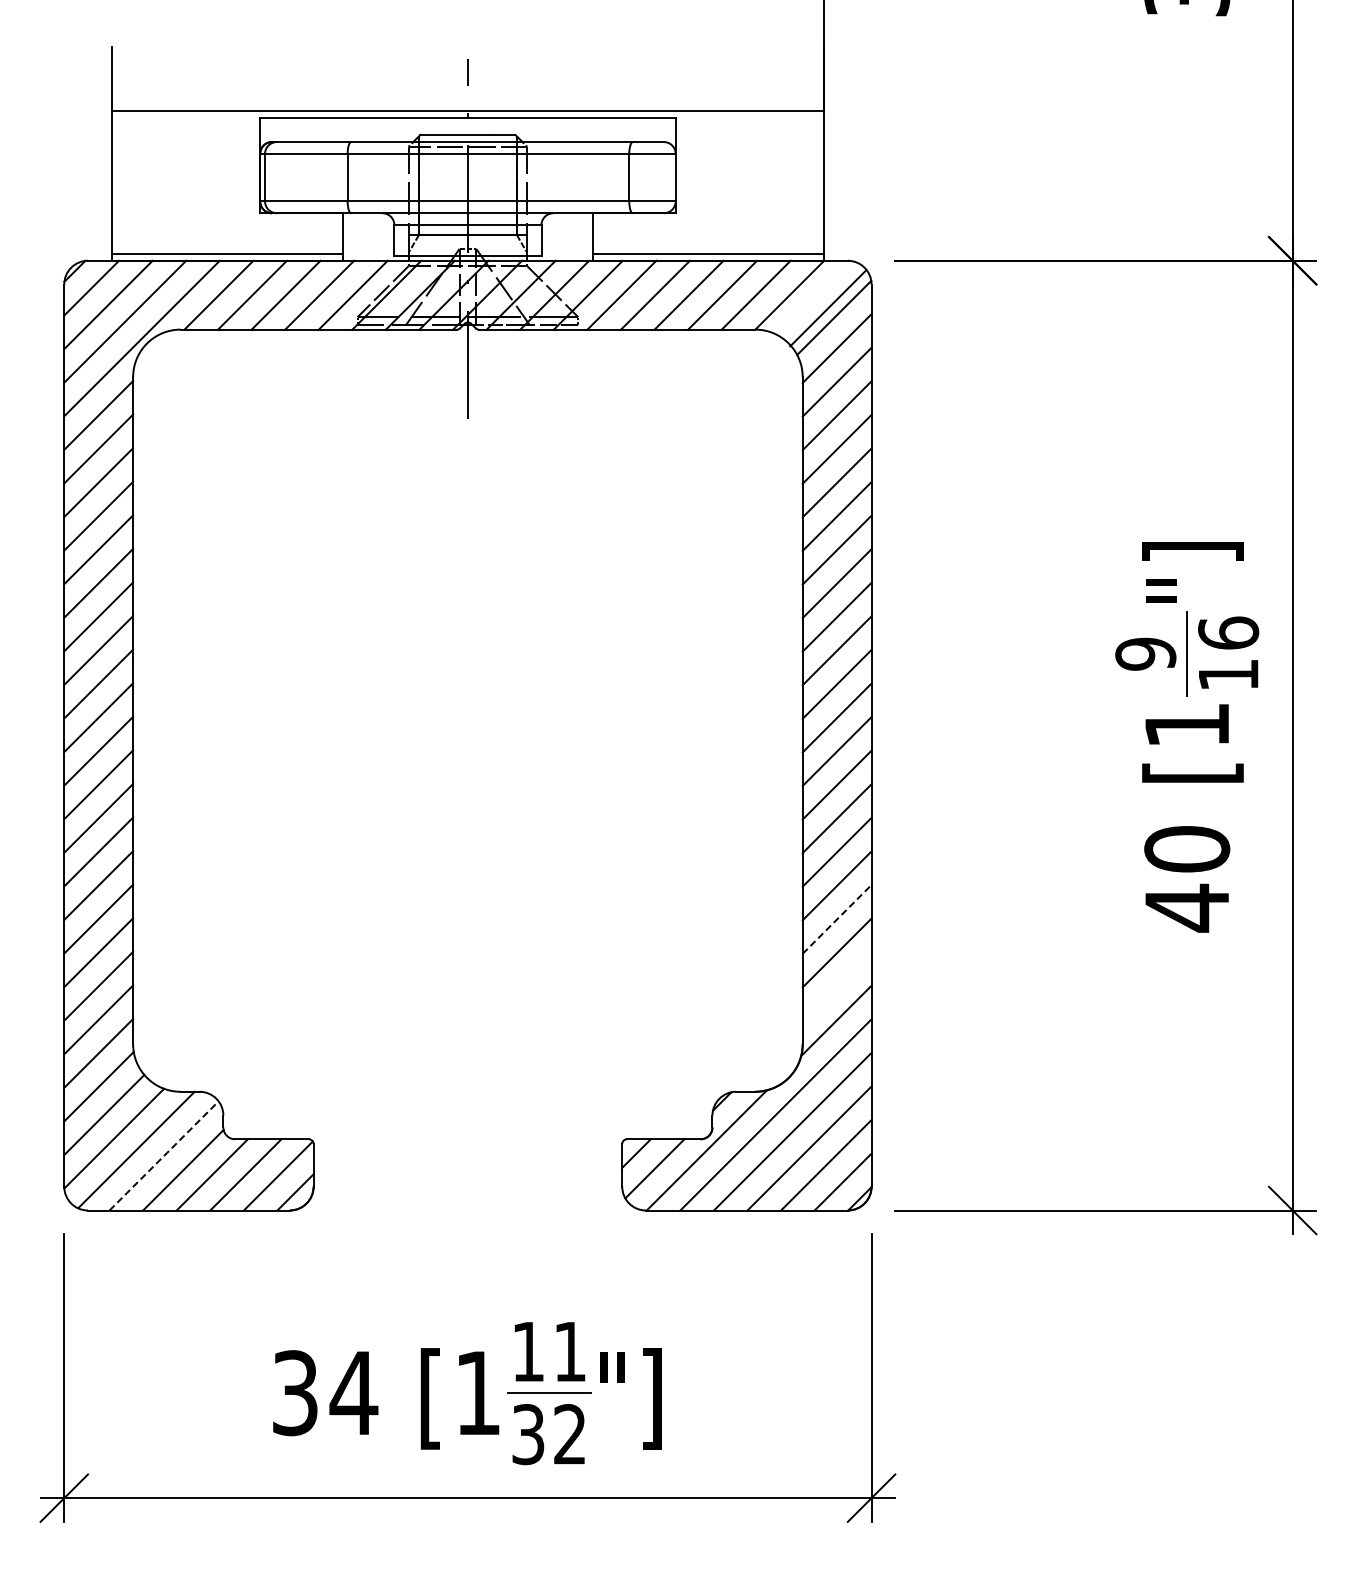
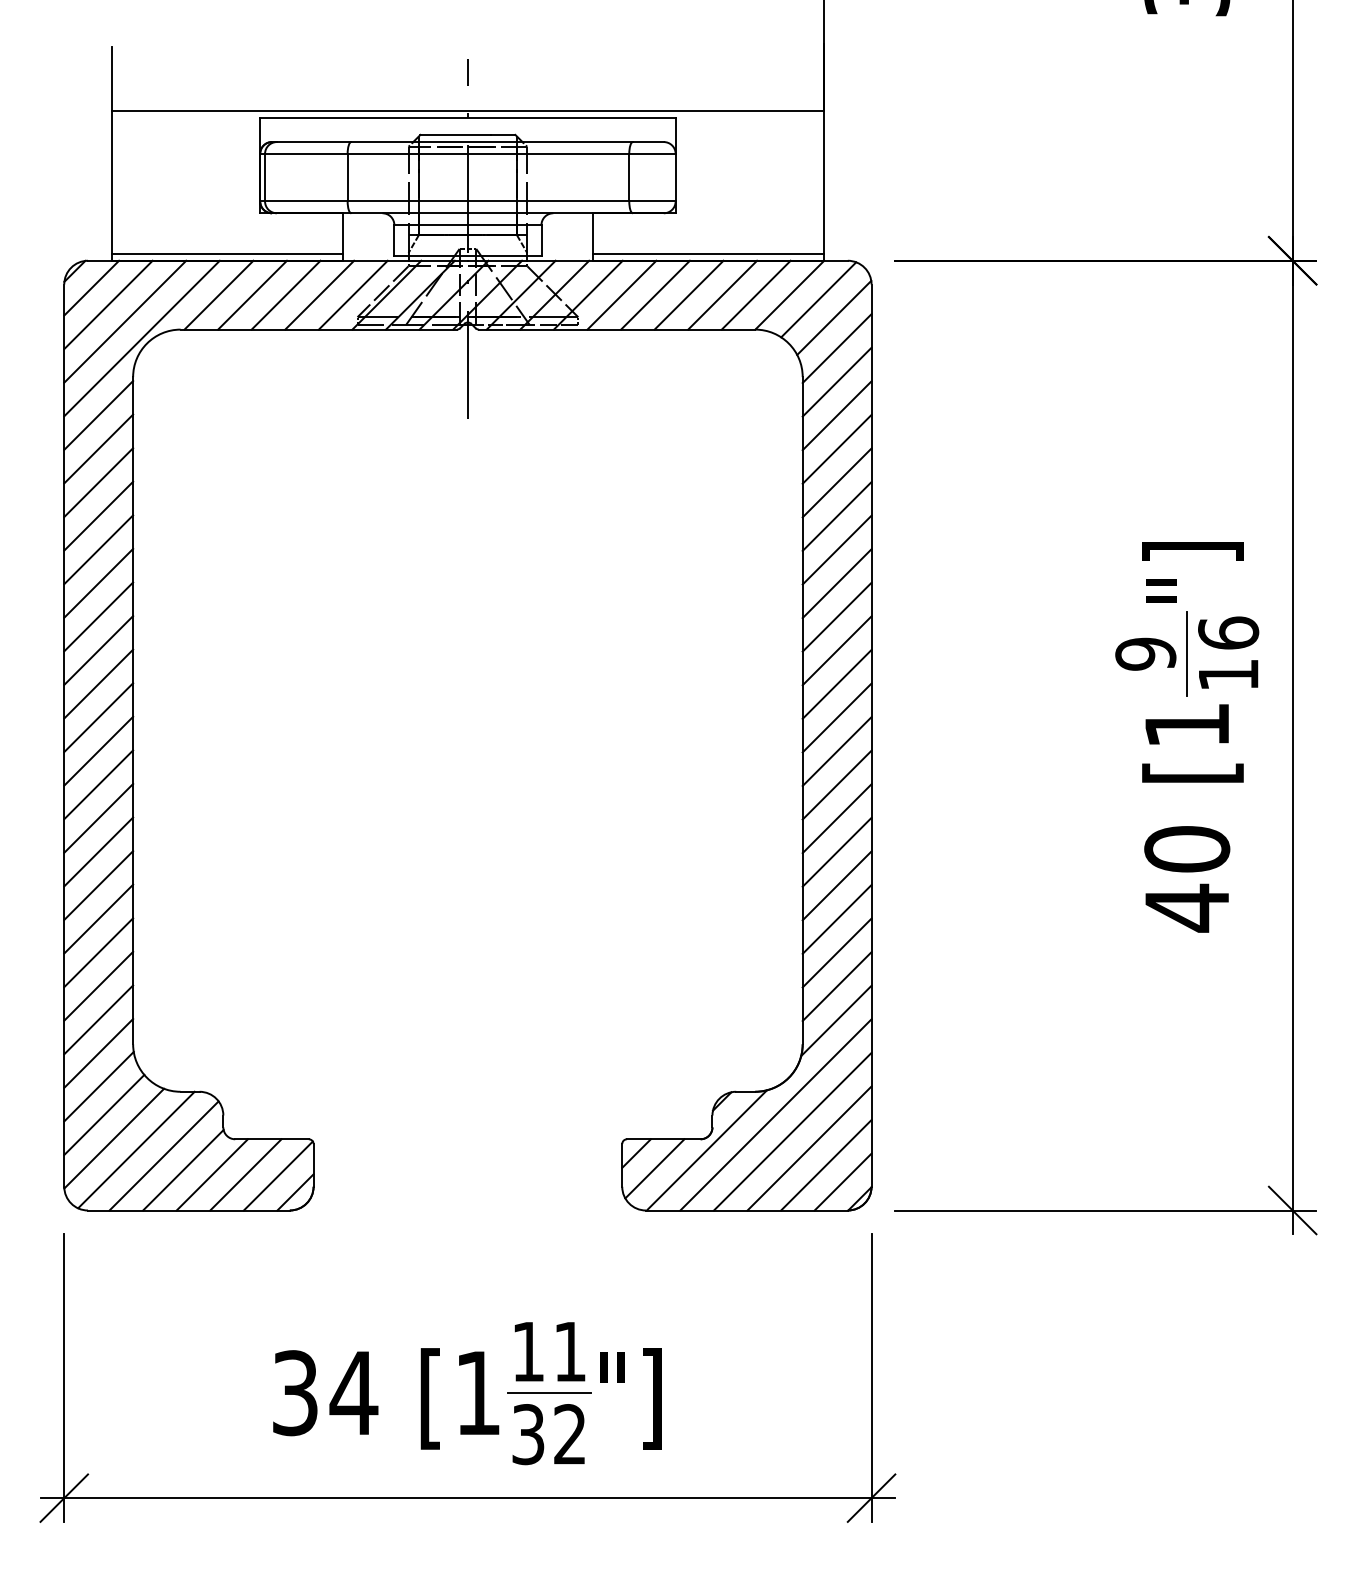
line at (827, 308) position: (827, 308) -> (818, 299)
line at (837, 919): dashed -> solid
line at (836, 986): none -> present
line at (164, 1155): dashed -> solid
